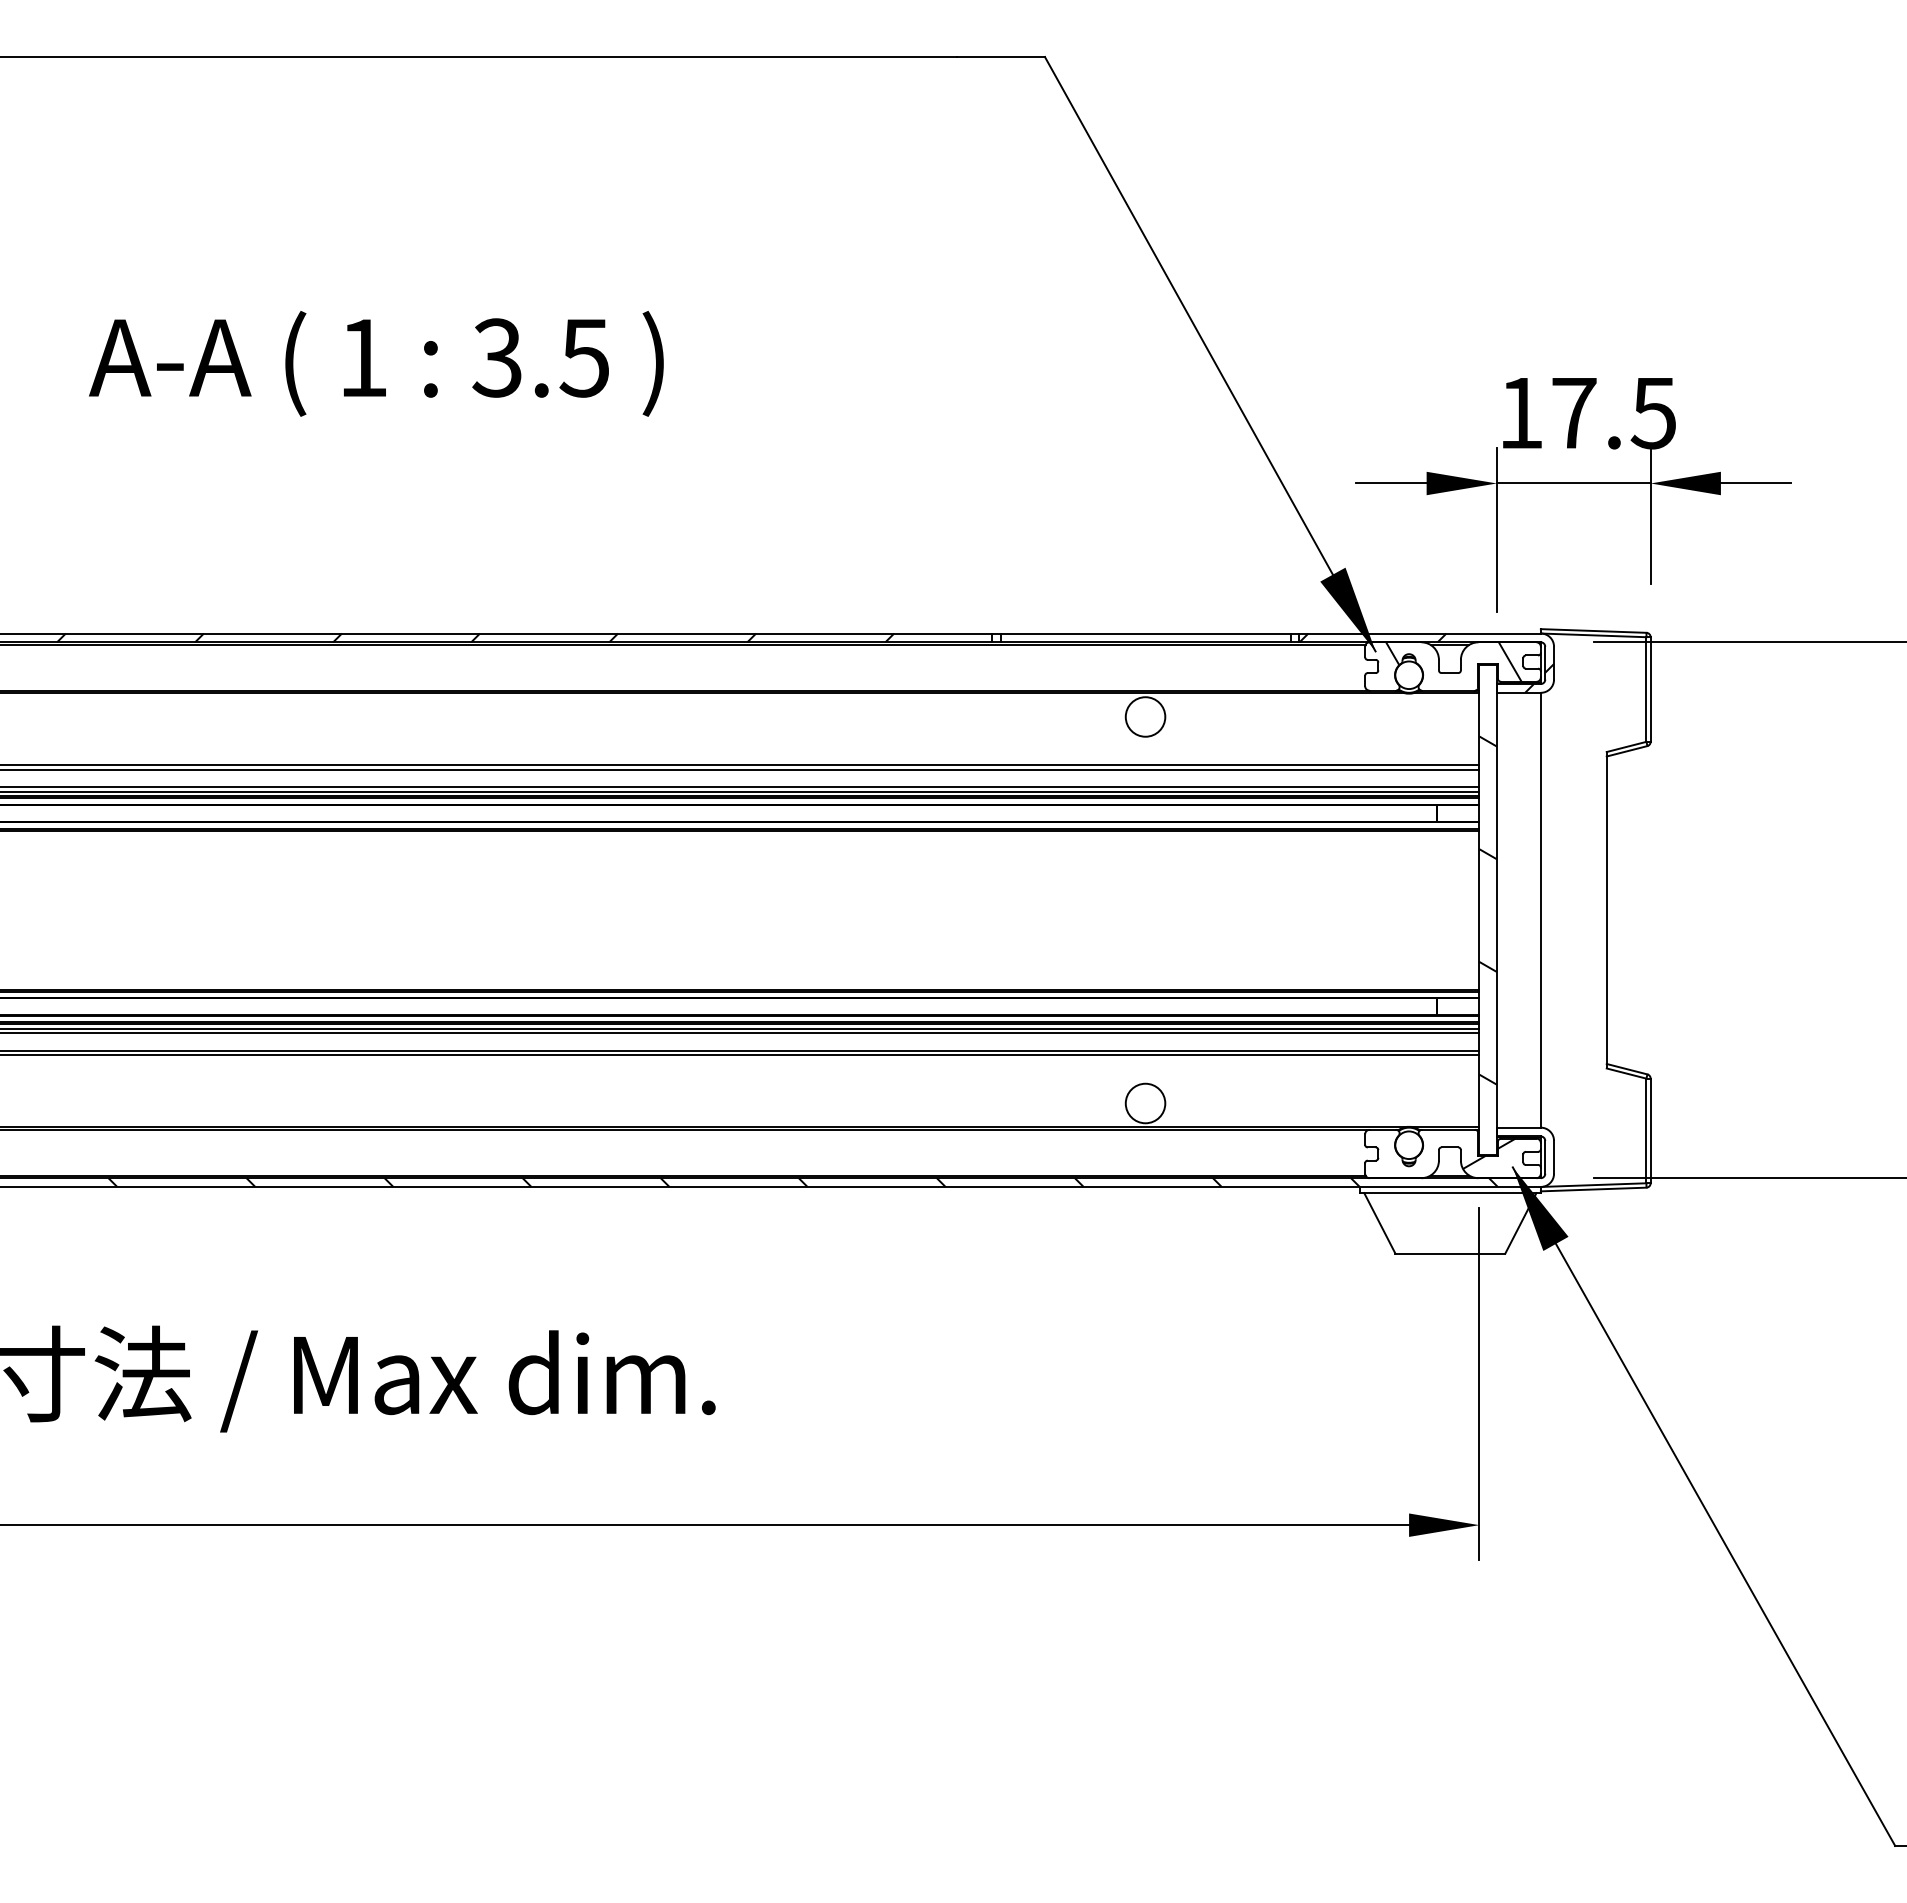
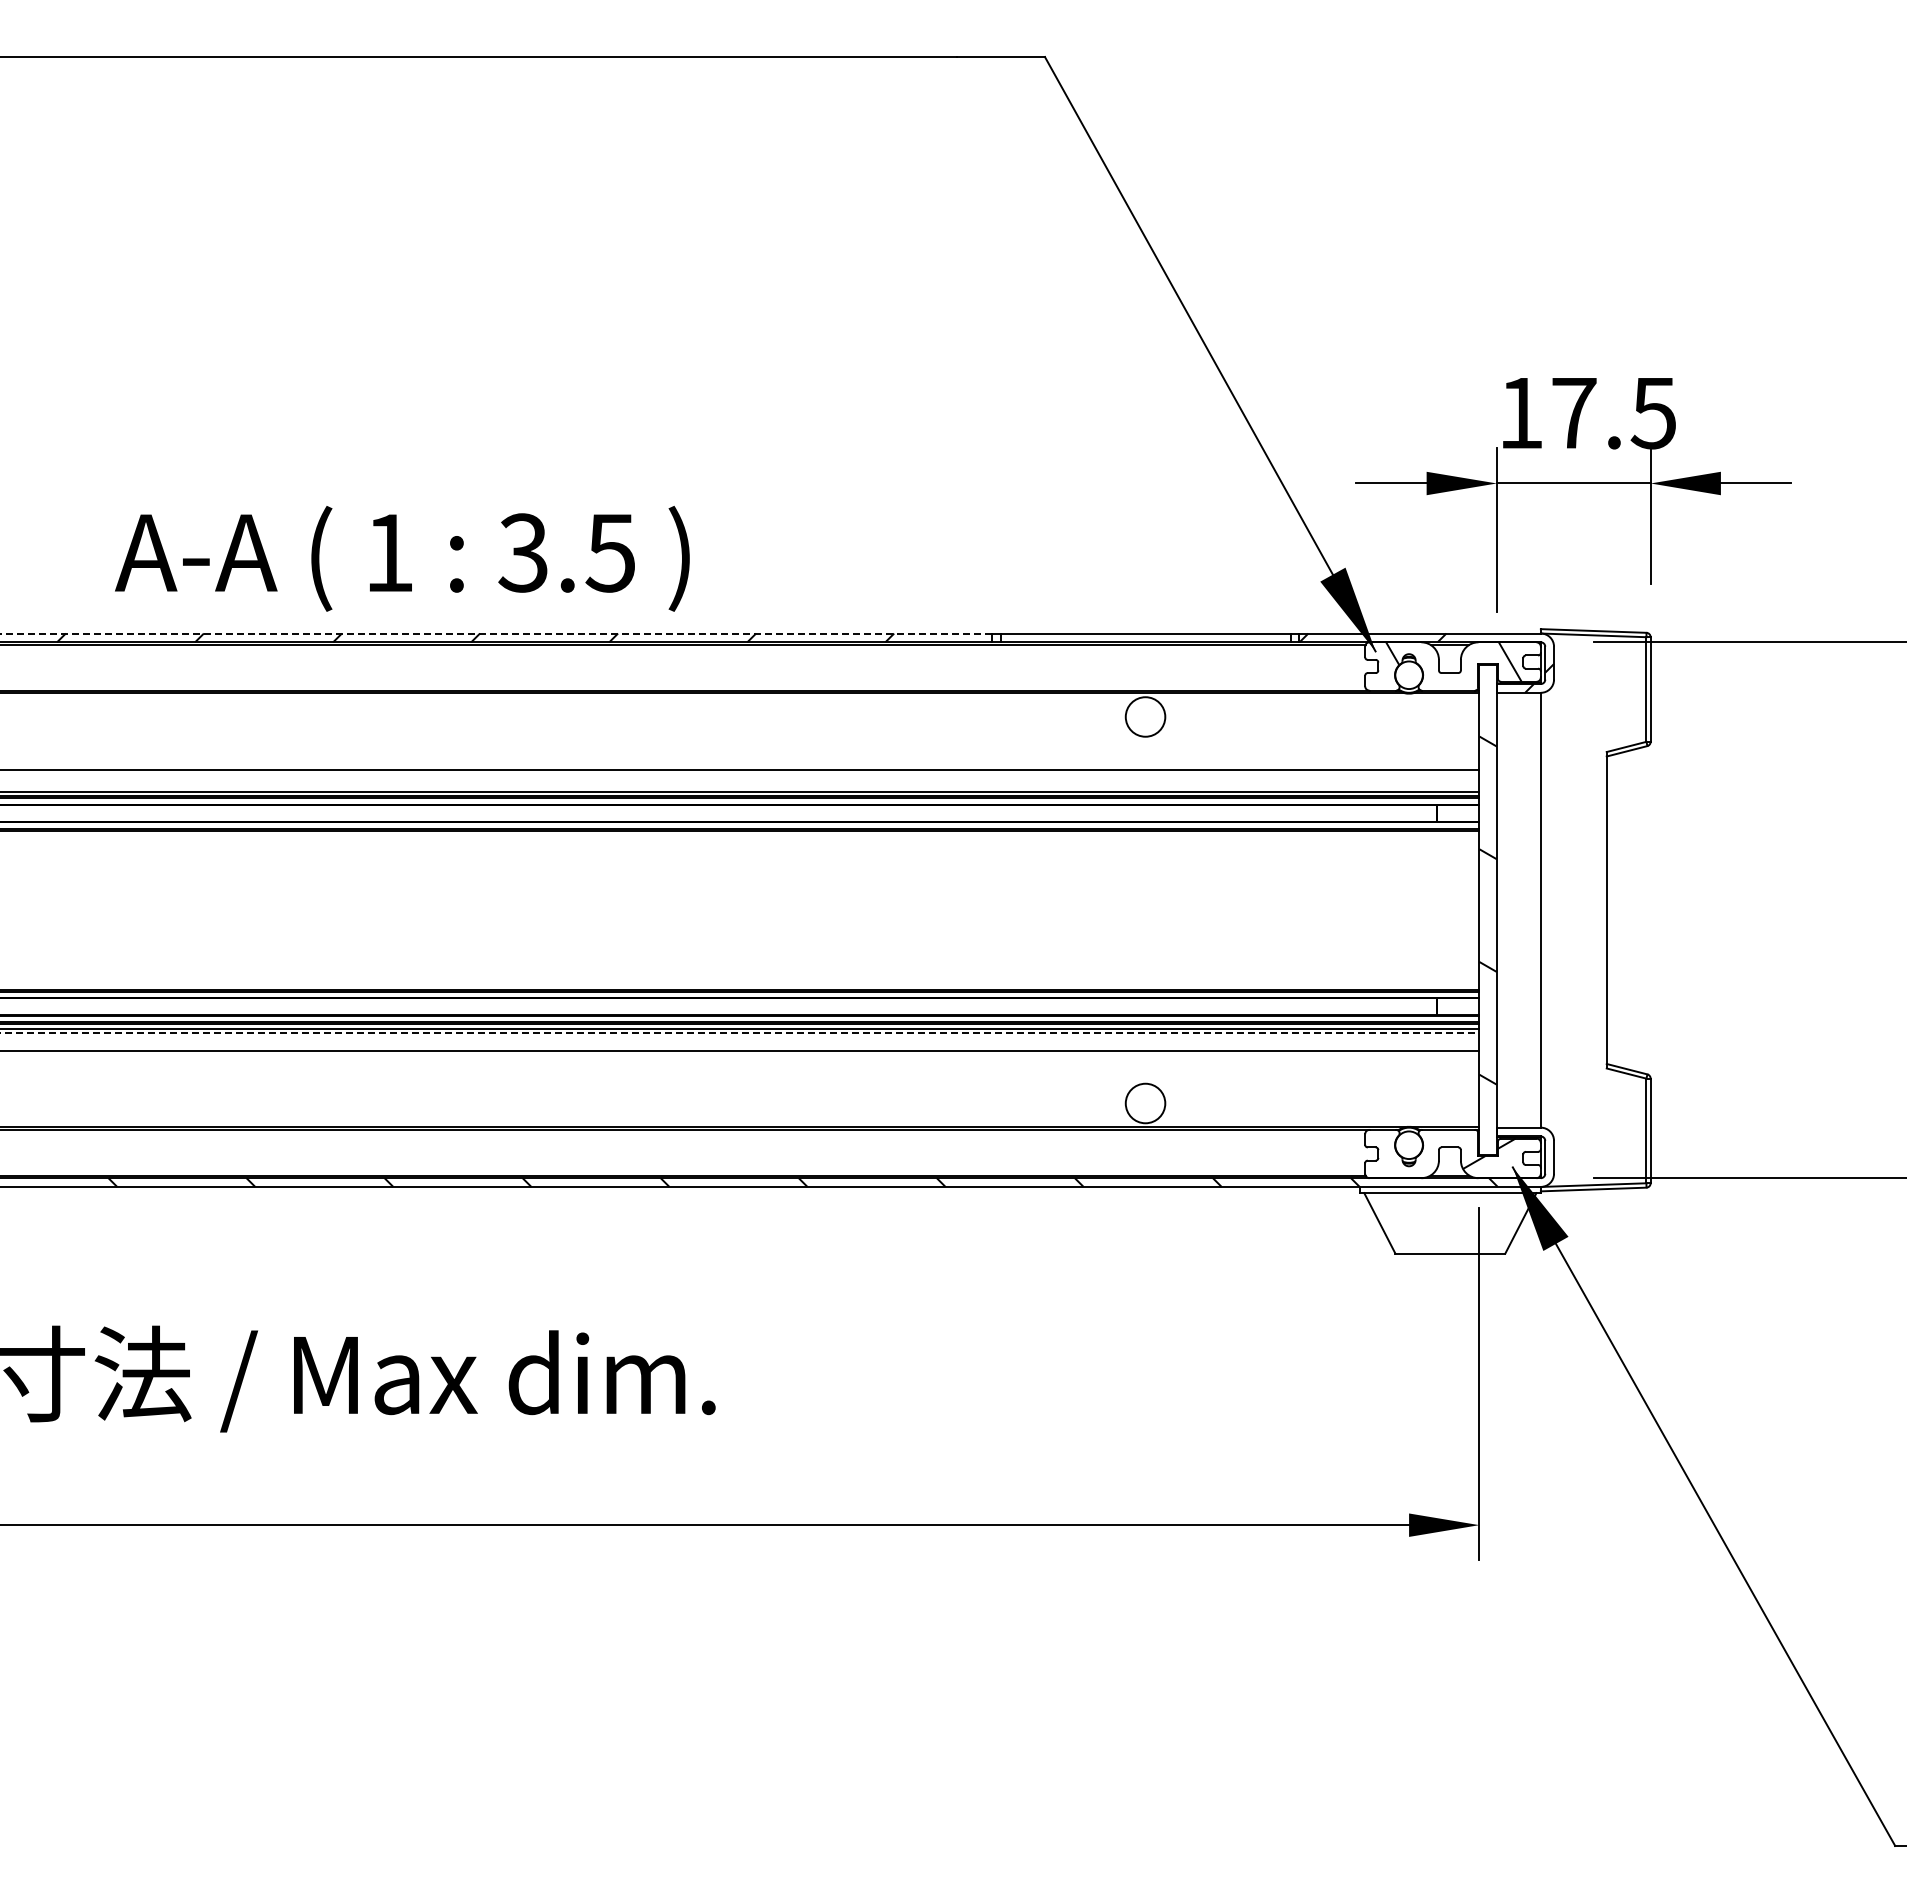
text at (376, 363) position: (376, 363) -> (402, 558)
line at (495, 633): solid -> dashed
line at (740, 765): present -> none
line at (740, 787): present -> none
line at (740, 1033): solid -> dashed
line at (740, 1055): present -> none
